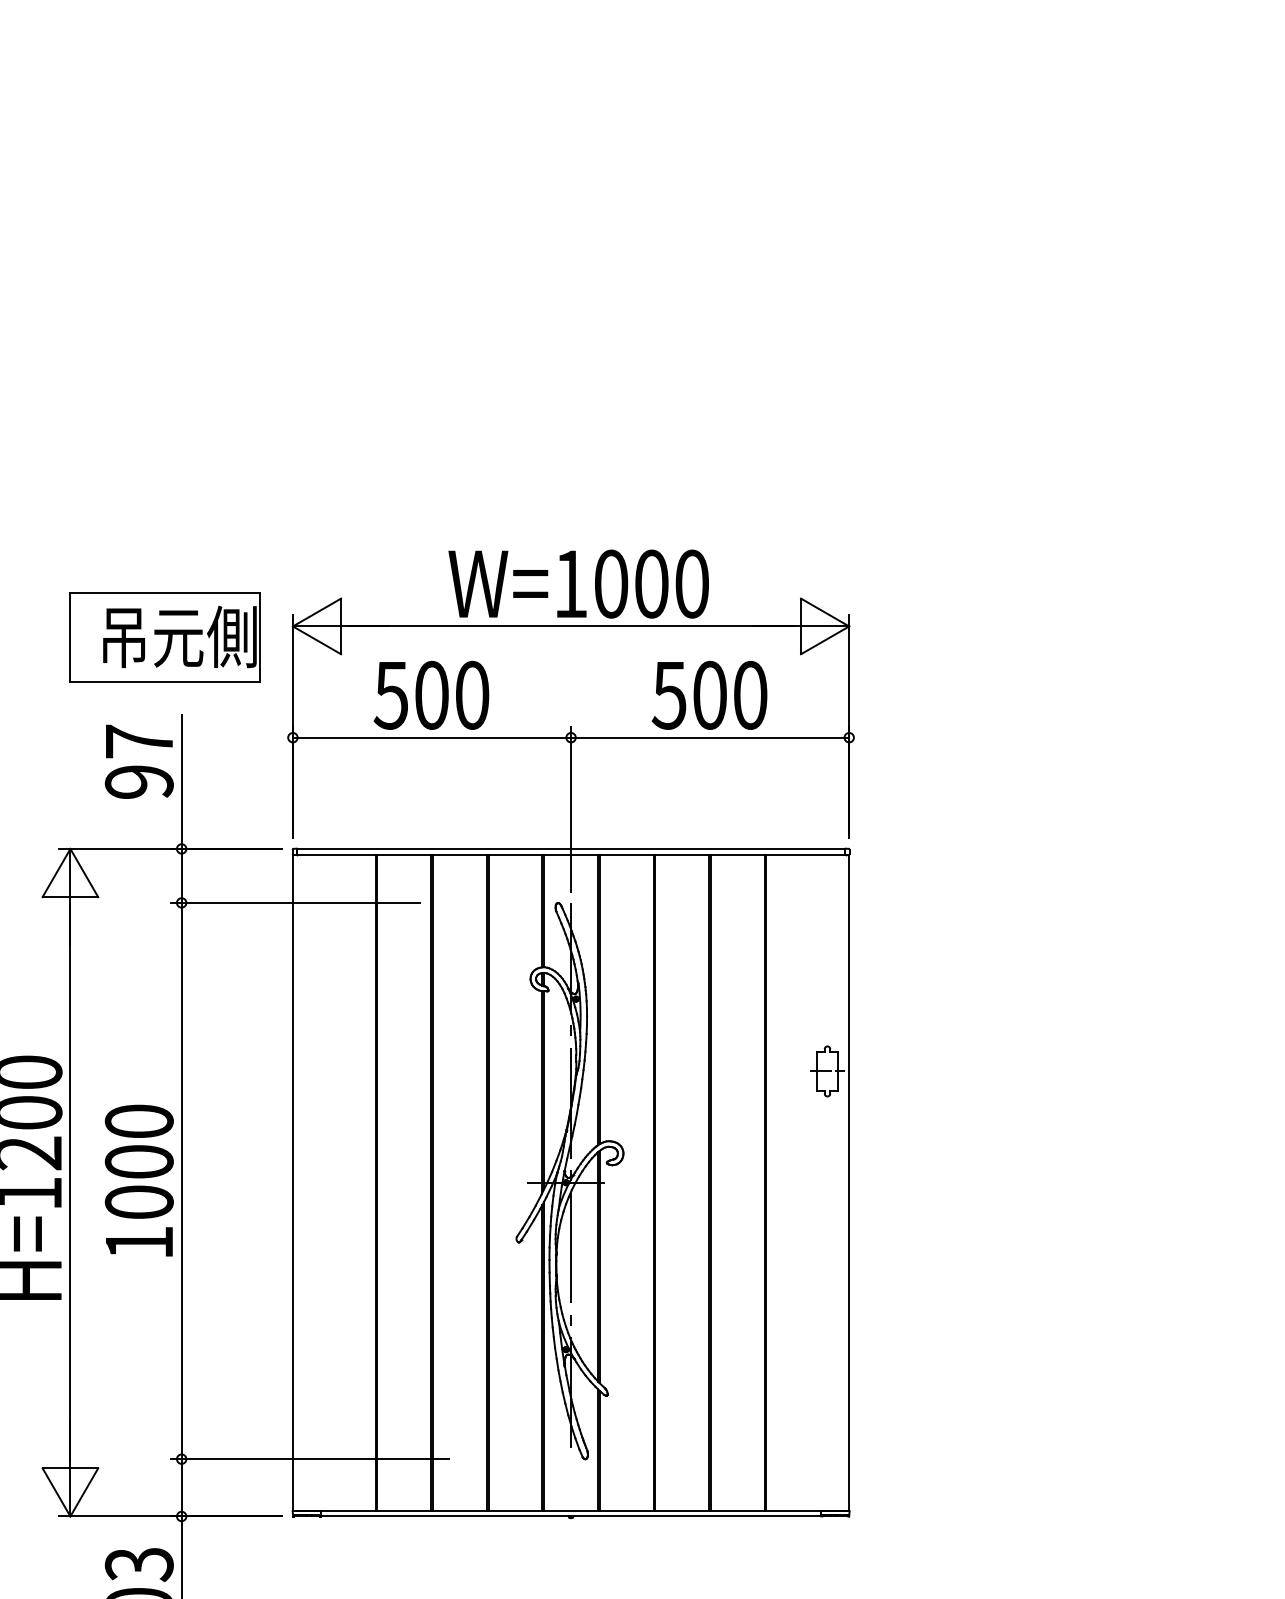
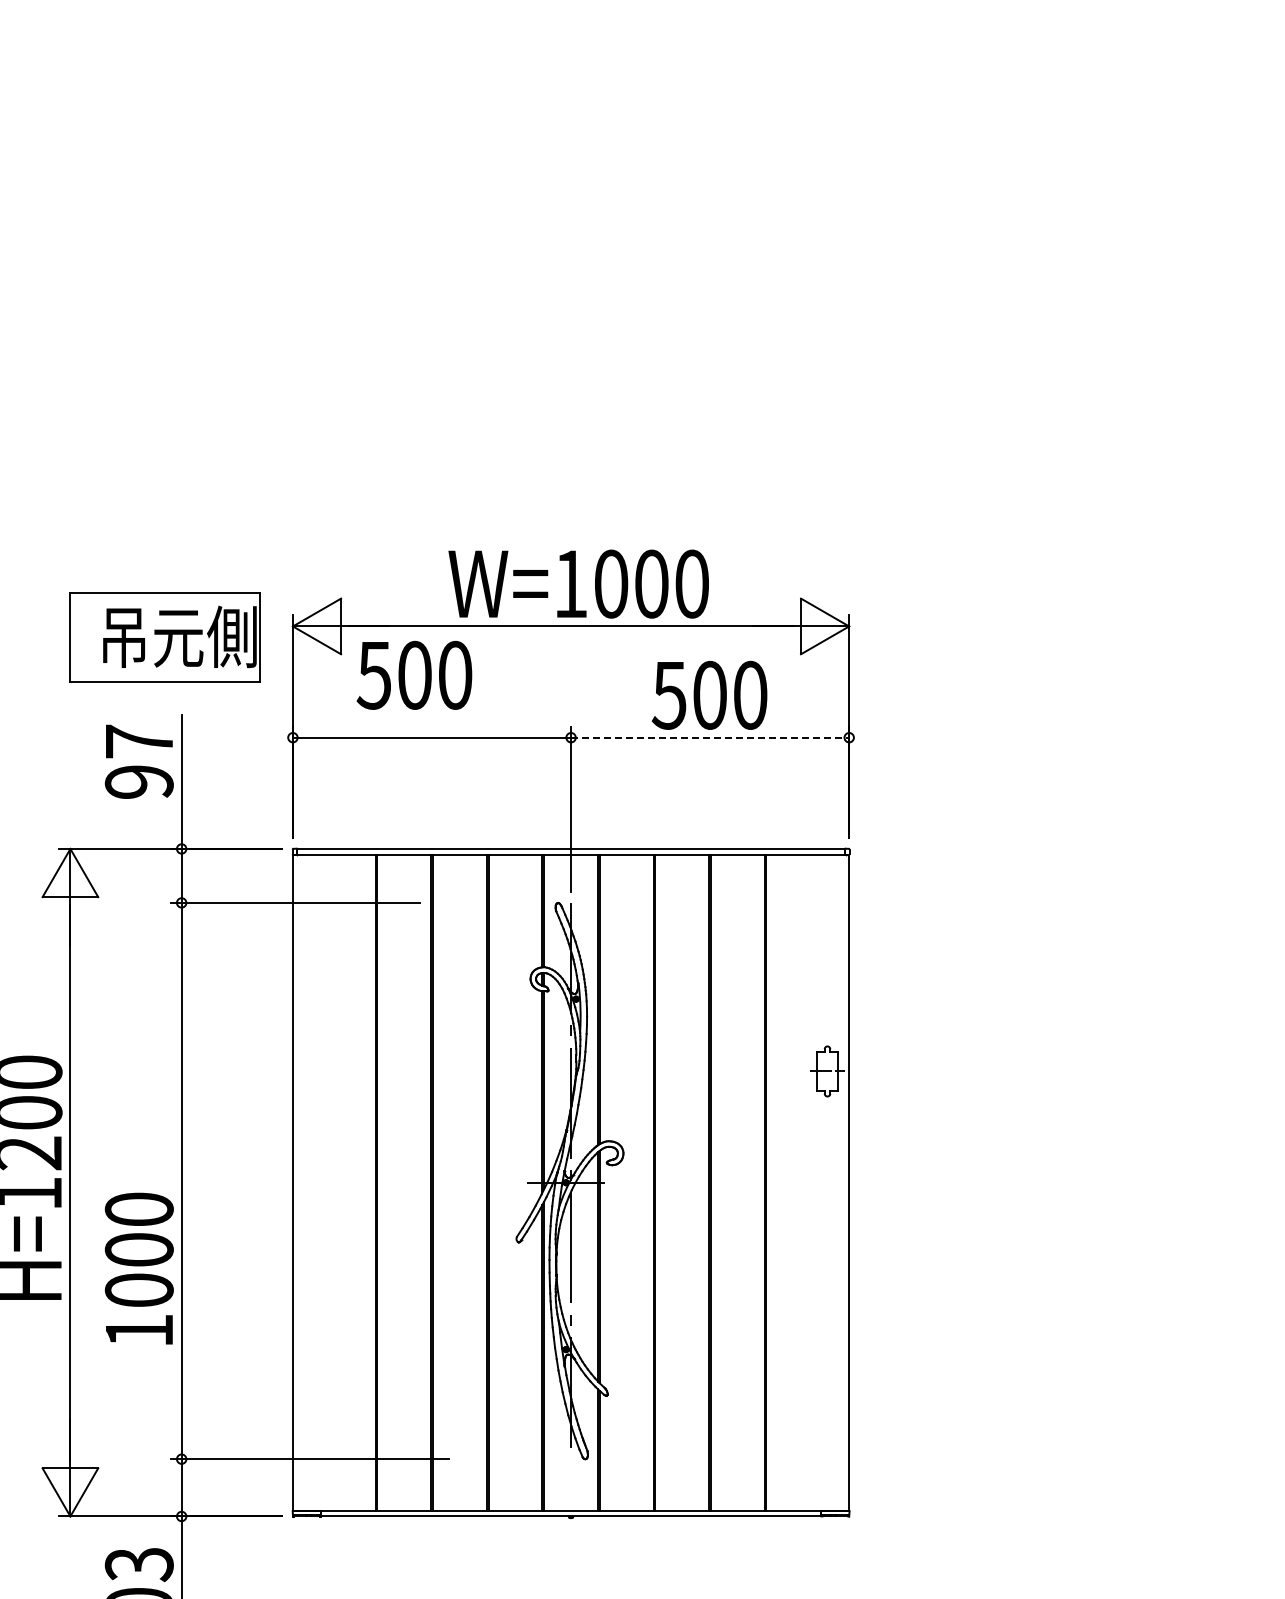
text at (431, 694) position: (431, 694) -> (414, 674)
line at (710, 737): solid -> dashed
text at (138, 1180) position: (138, 1180) -> (138, 1268)
